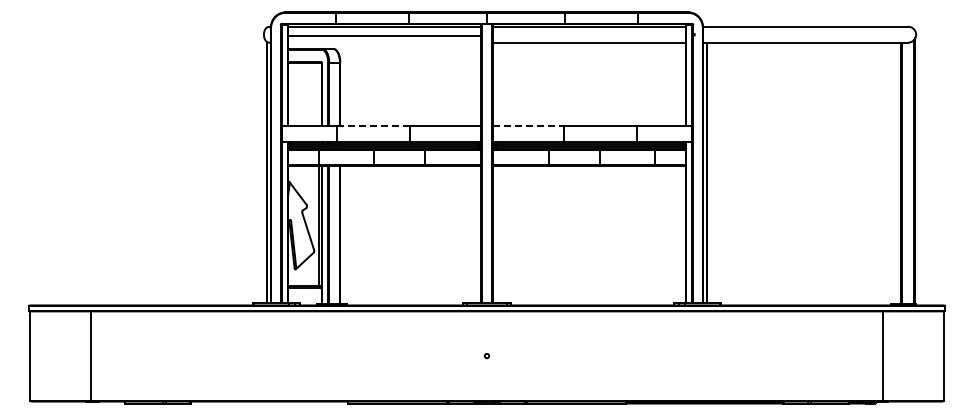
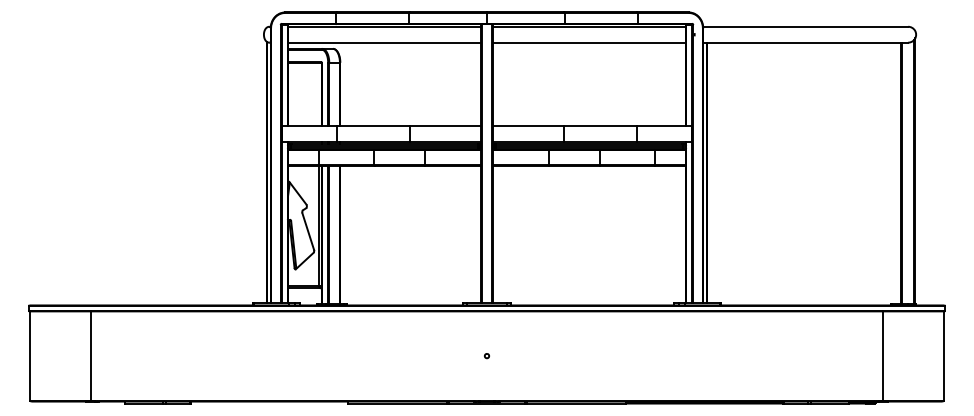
line at (384, 35) position: (384, 35) -> (384, 42)
line at (372, 125): dashed -> solid
line at (528, 125): dashed -> solid
